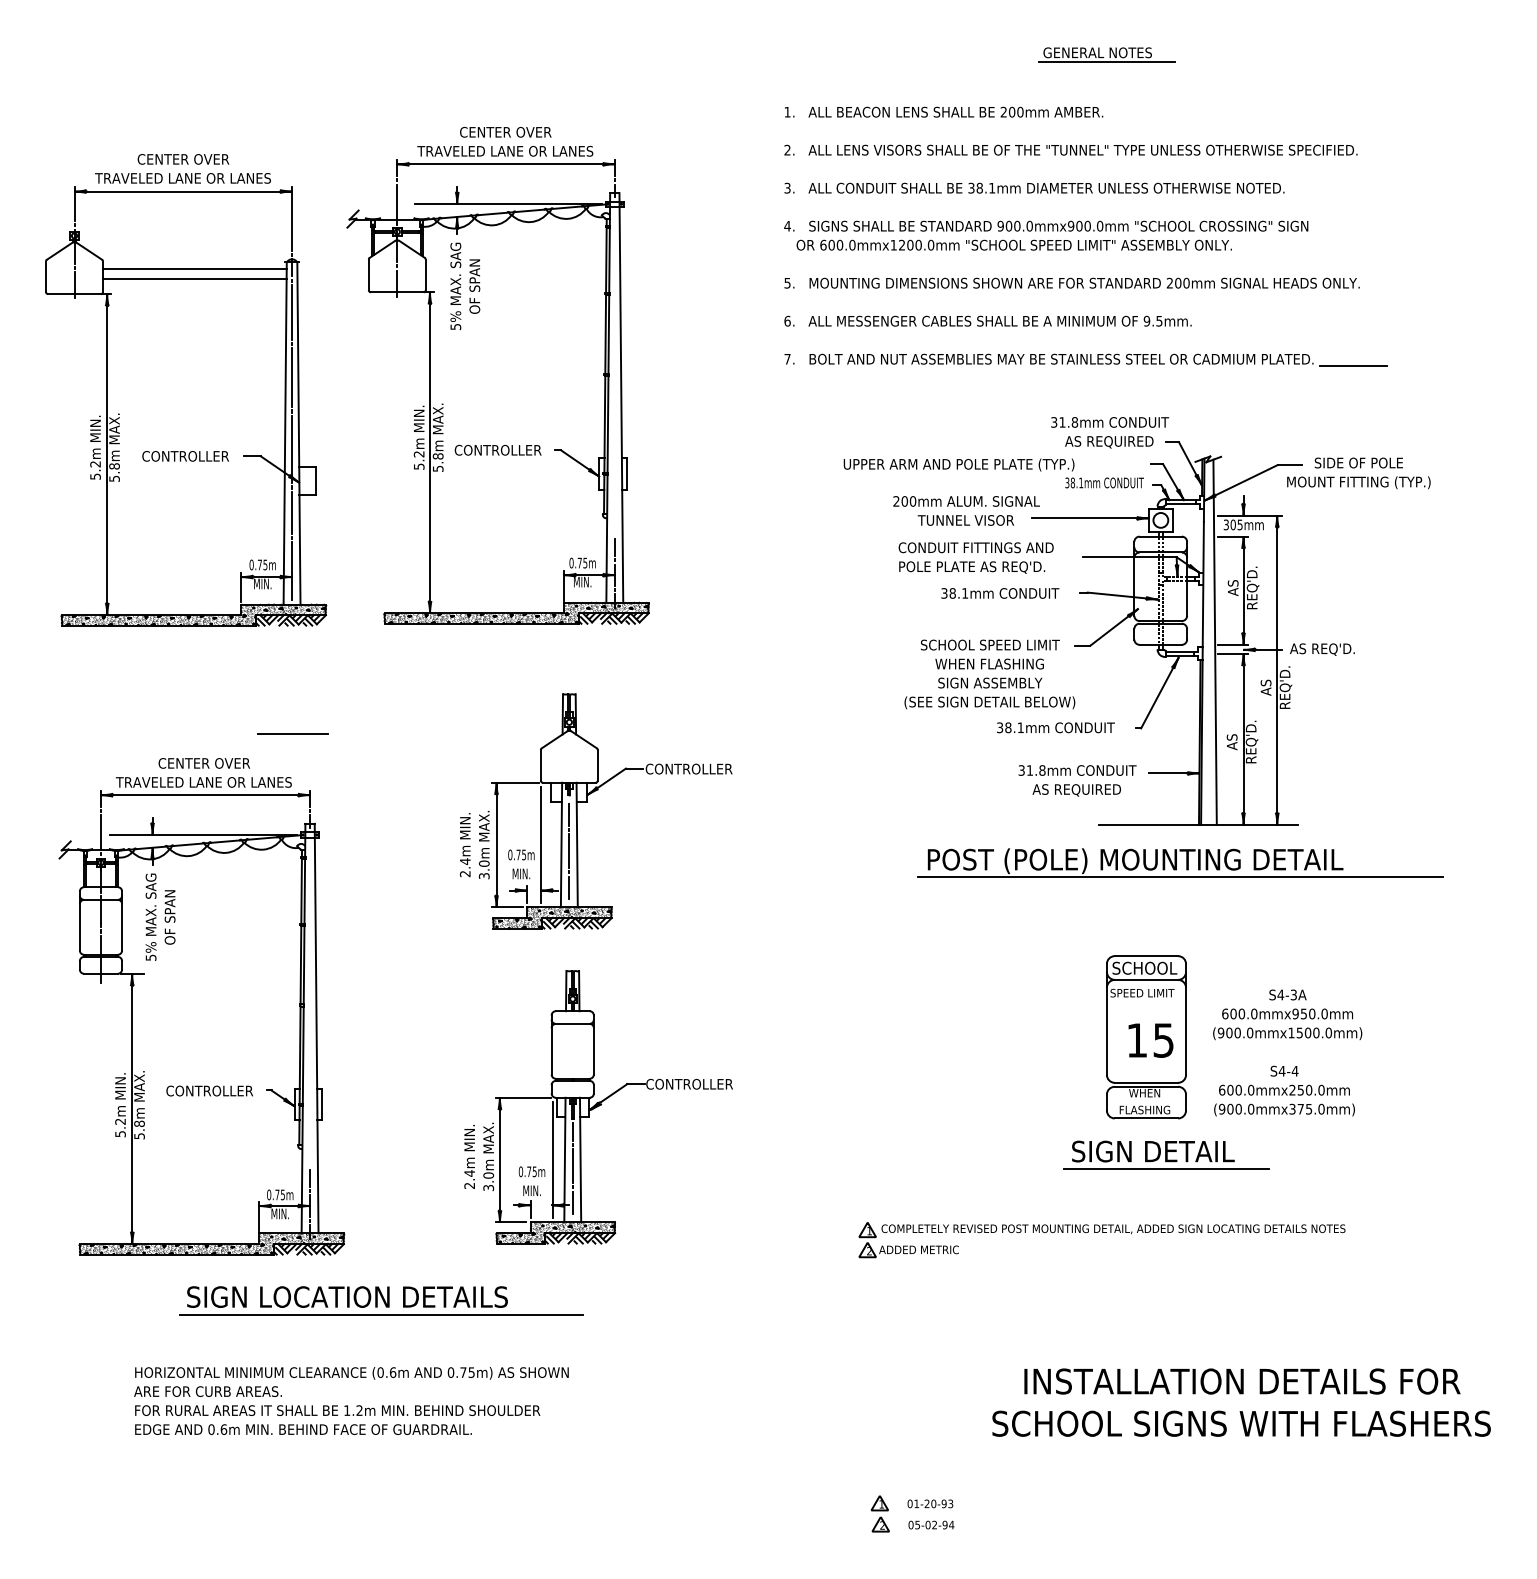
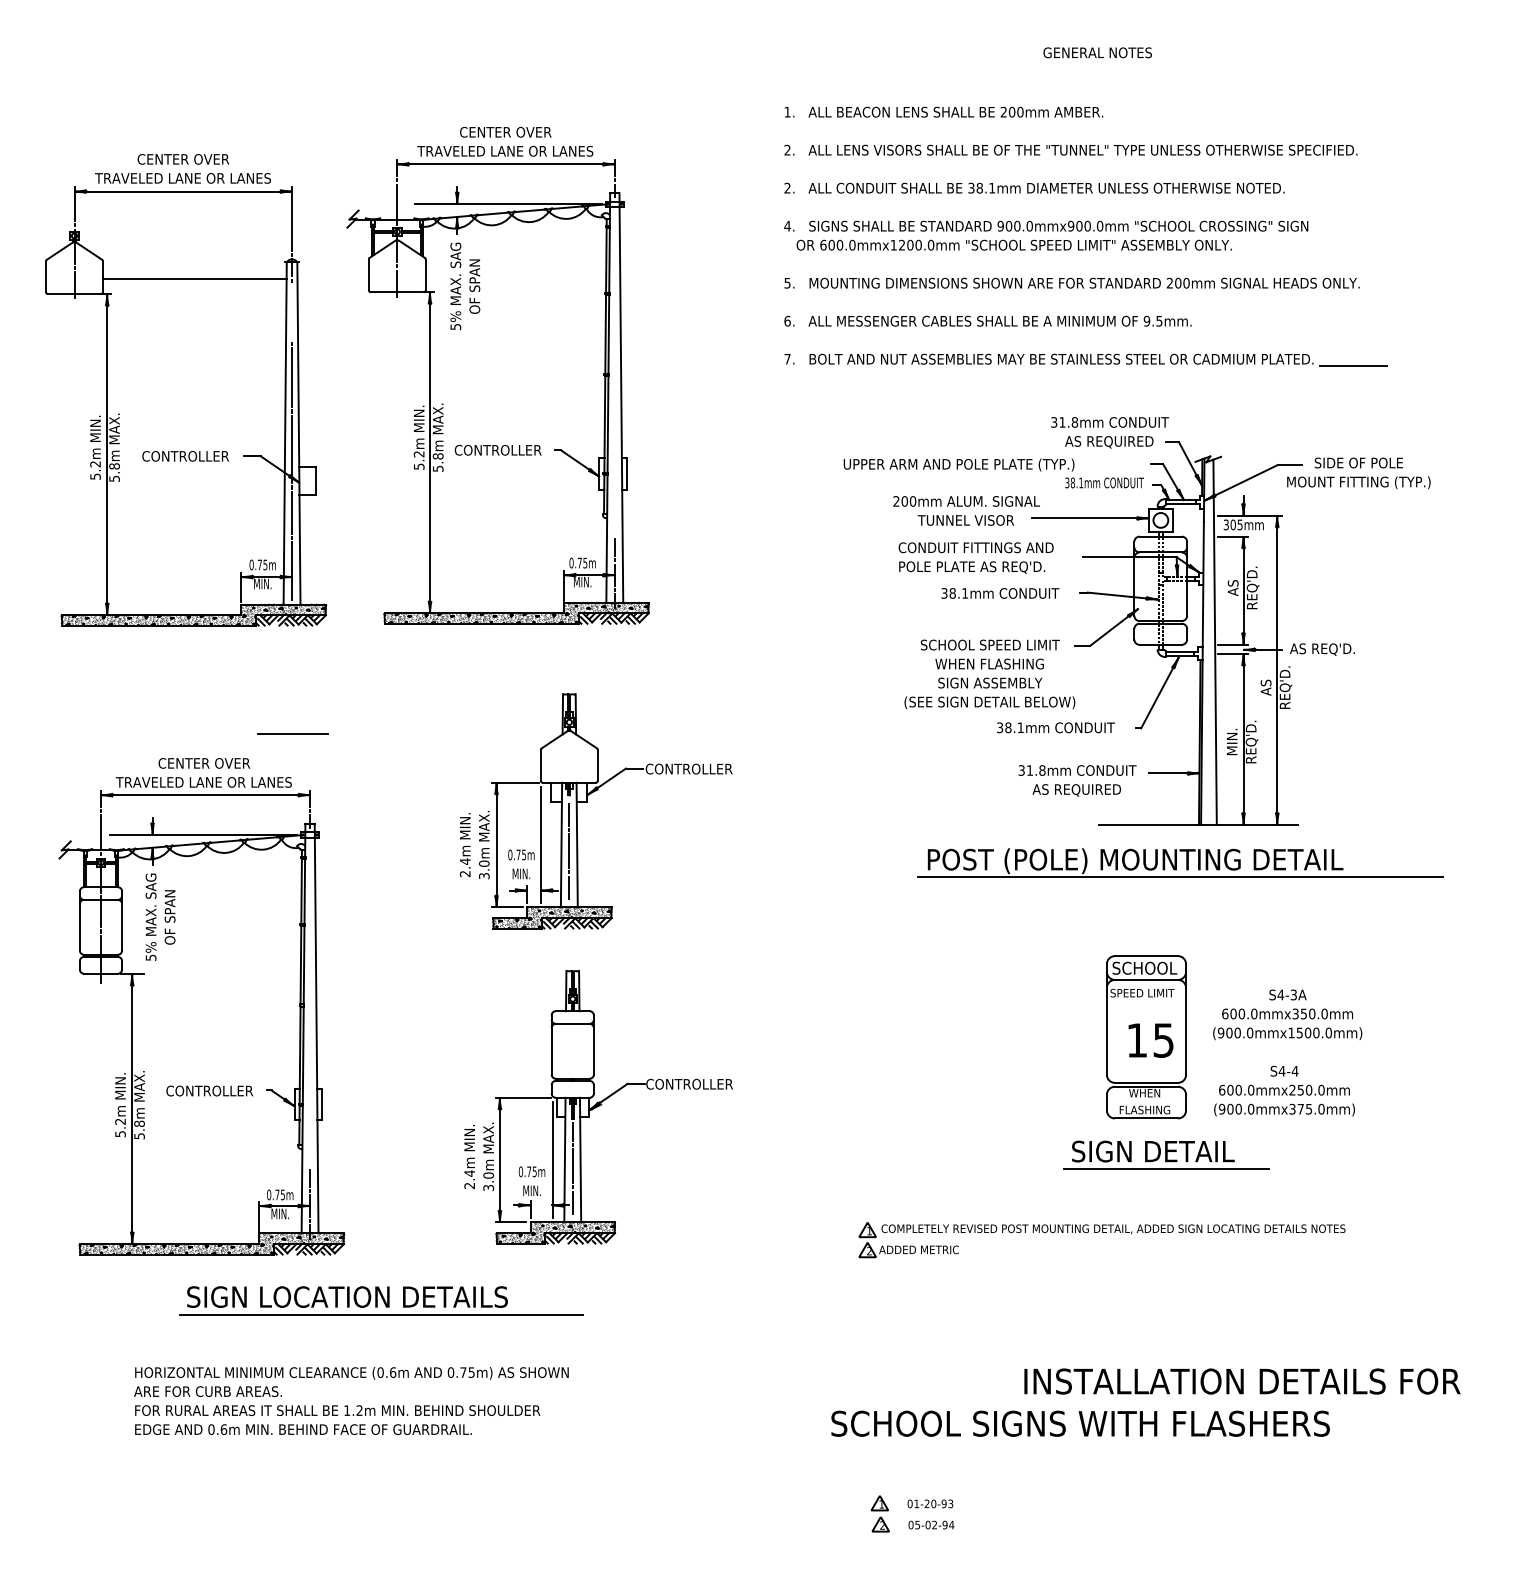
line at (1106, 61): present -> none
text at (787, 188): 3. -> 2.
line at (194, 268): present -> none
line at (292, 311): present -> none
text at (1231, 741): AS -> MIN.
text at (1295, 1013): 600.0mmx950.0mm -> 600.0mmx350.0mm
text at (1241, 1423) position: (1241, 1423) -> (1080, 1423)
